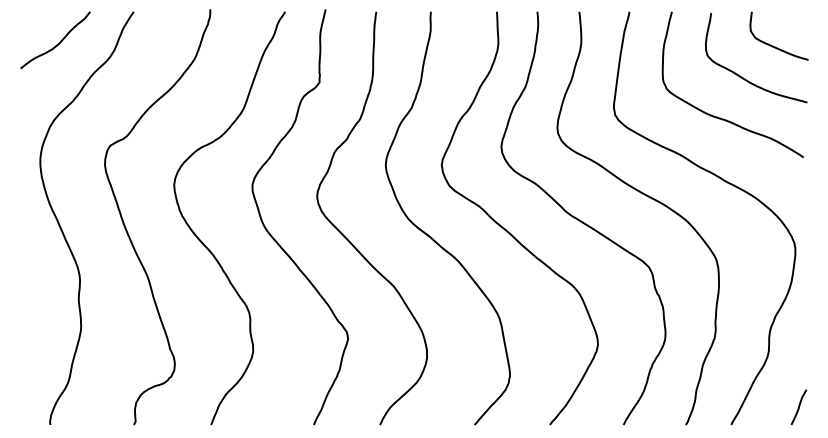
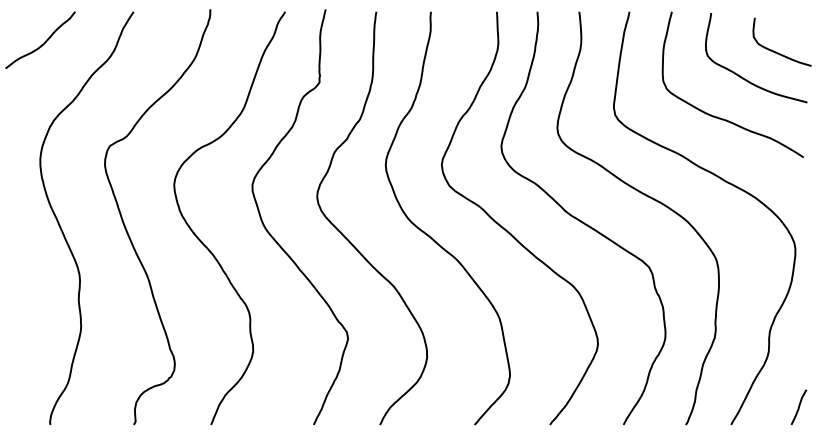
curve at (57, 43) position: (57, 43) -> (42, 43)
curve at (773, 45) position: (773, 45) -> (776, 51)
